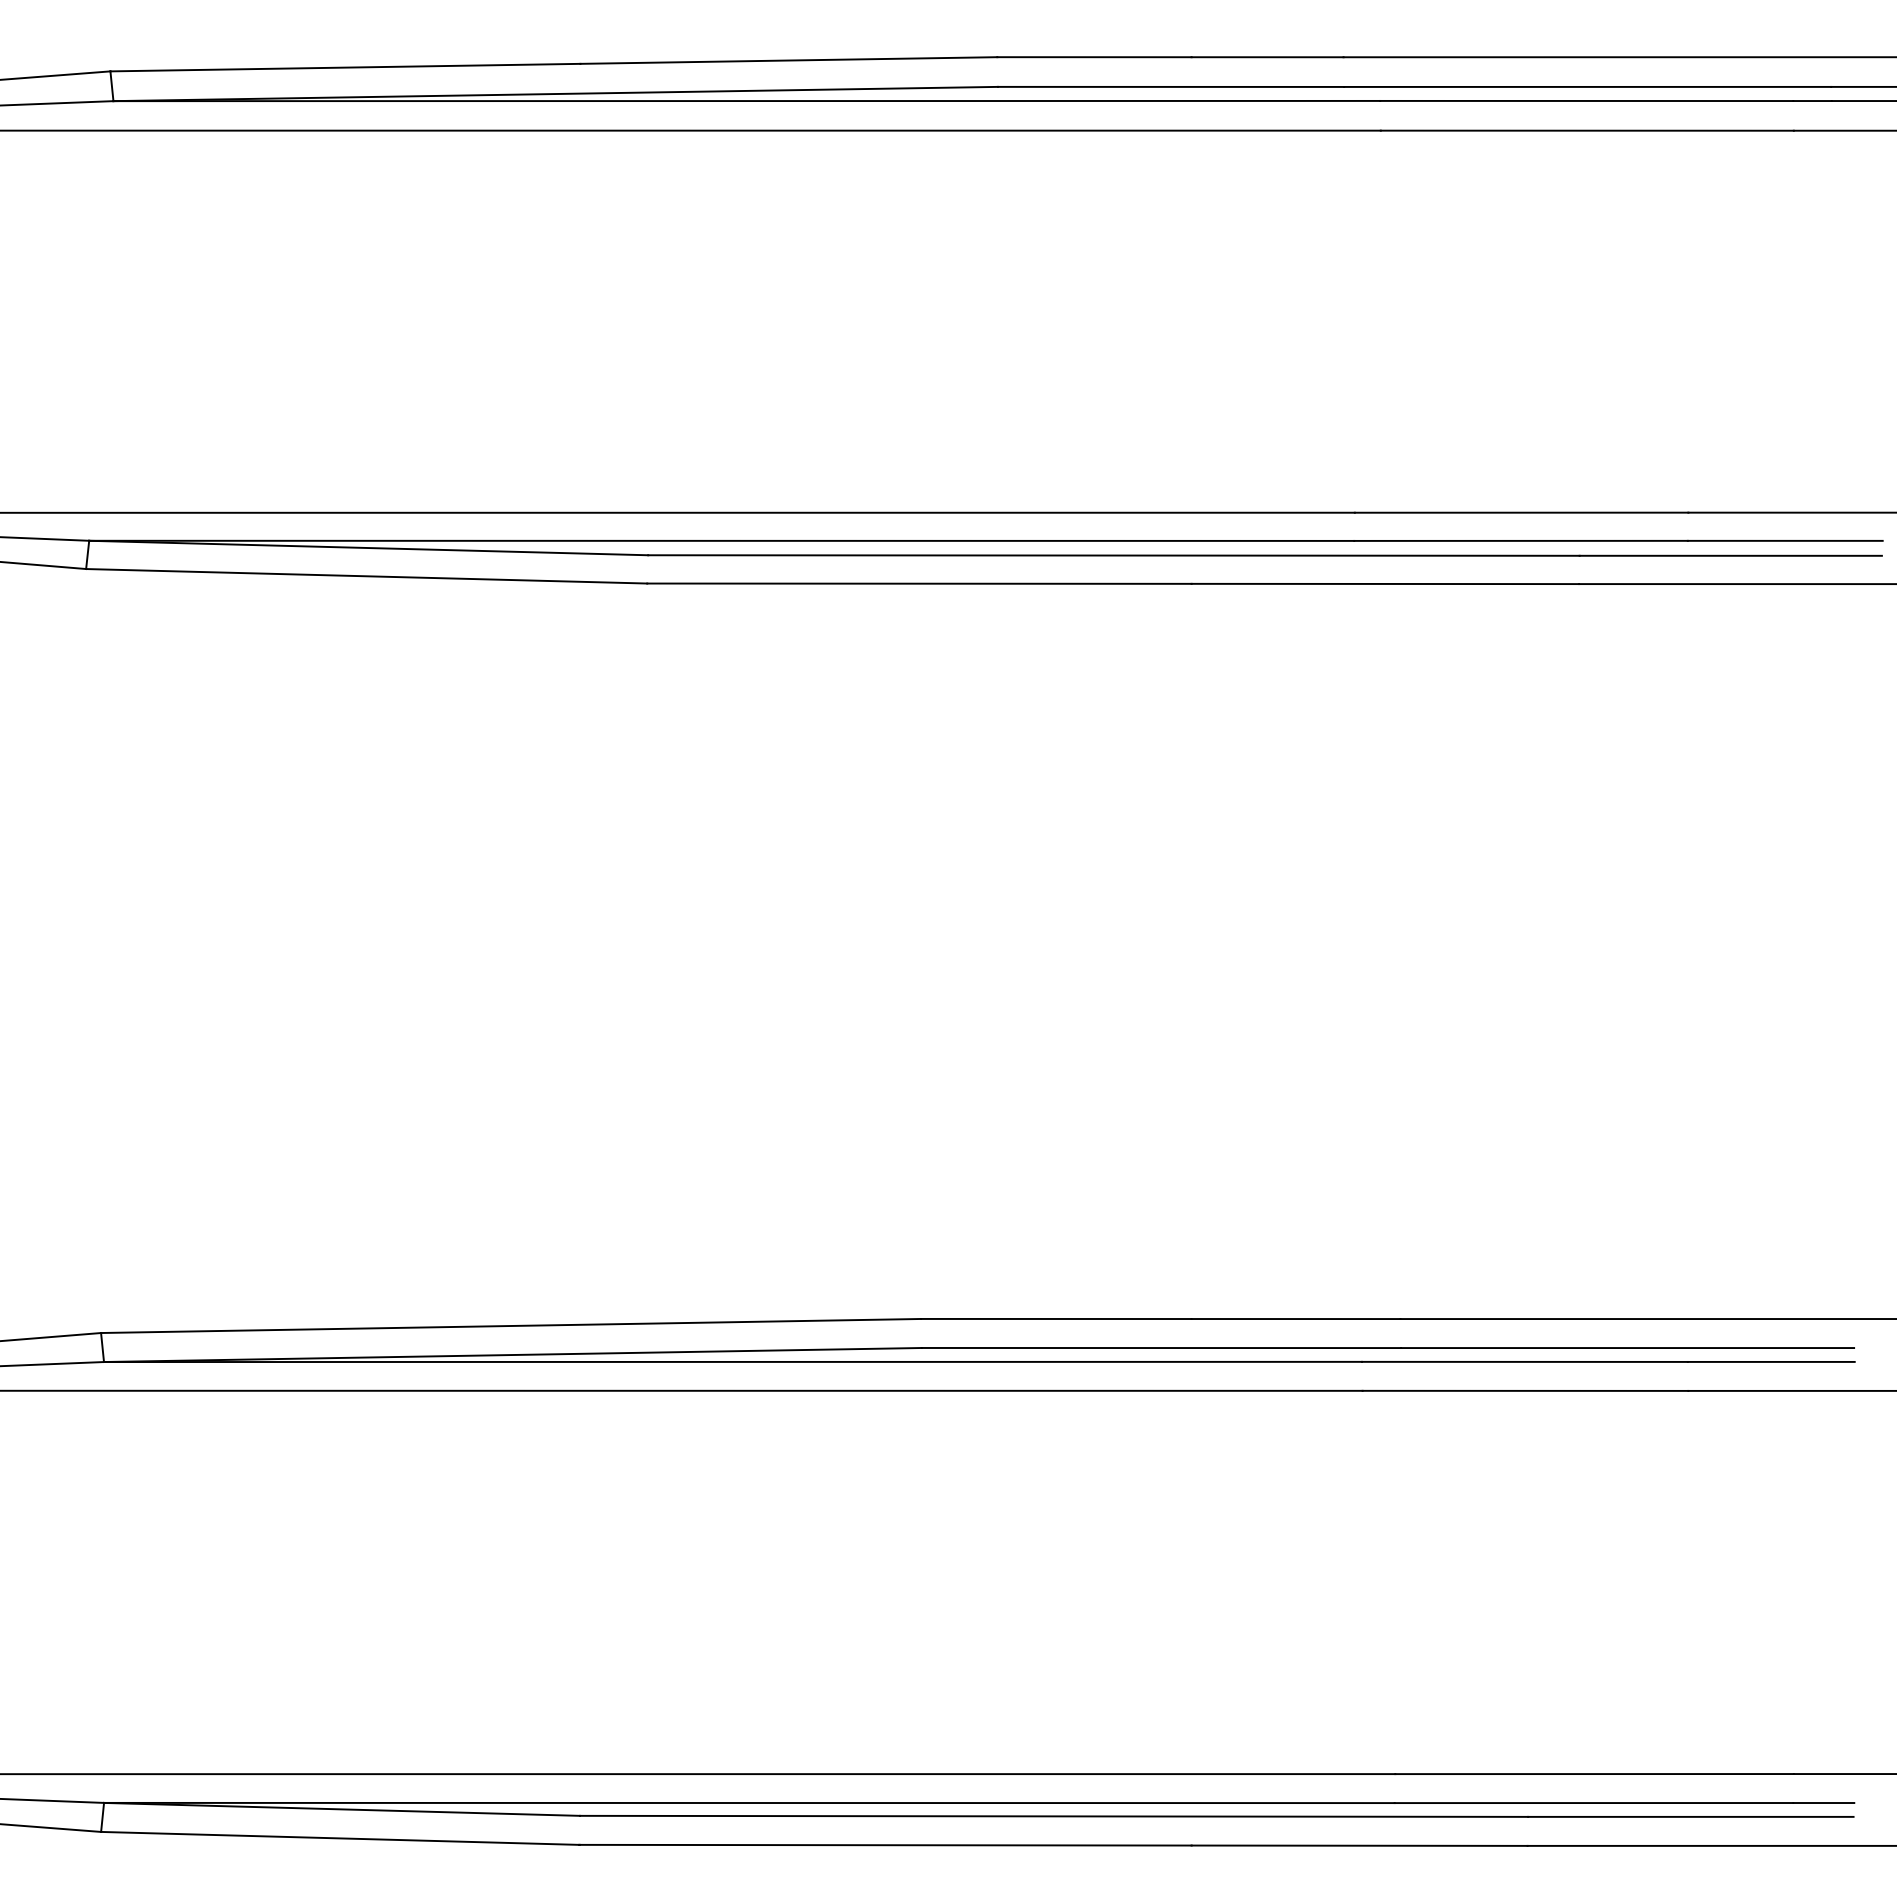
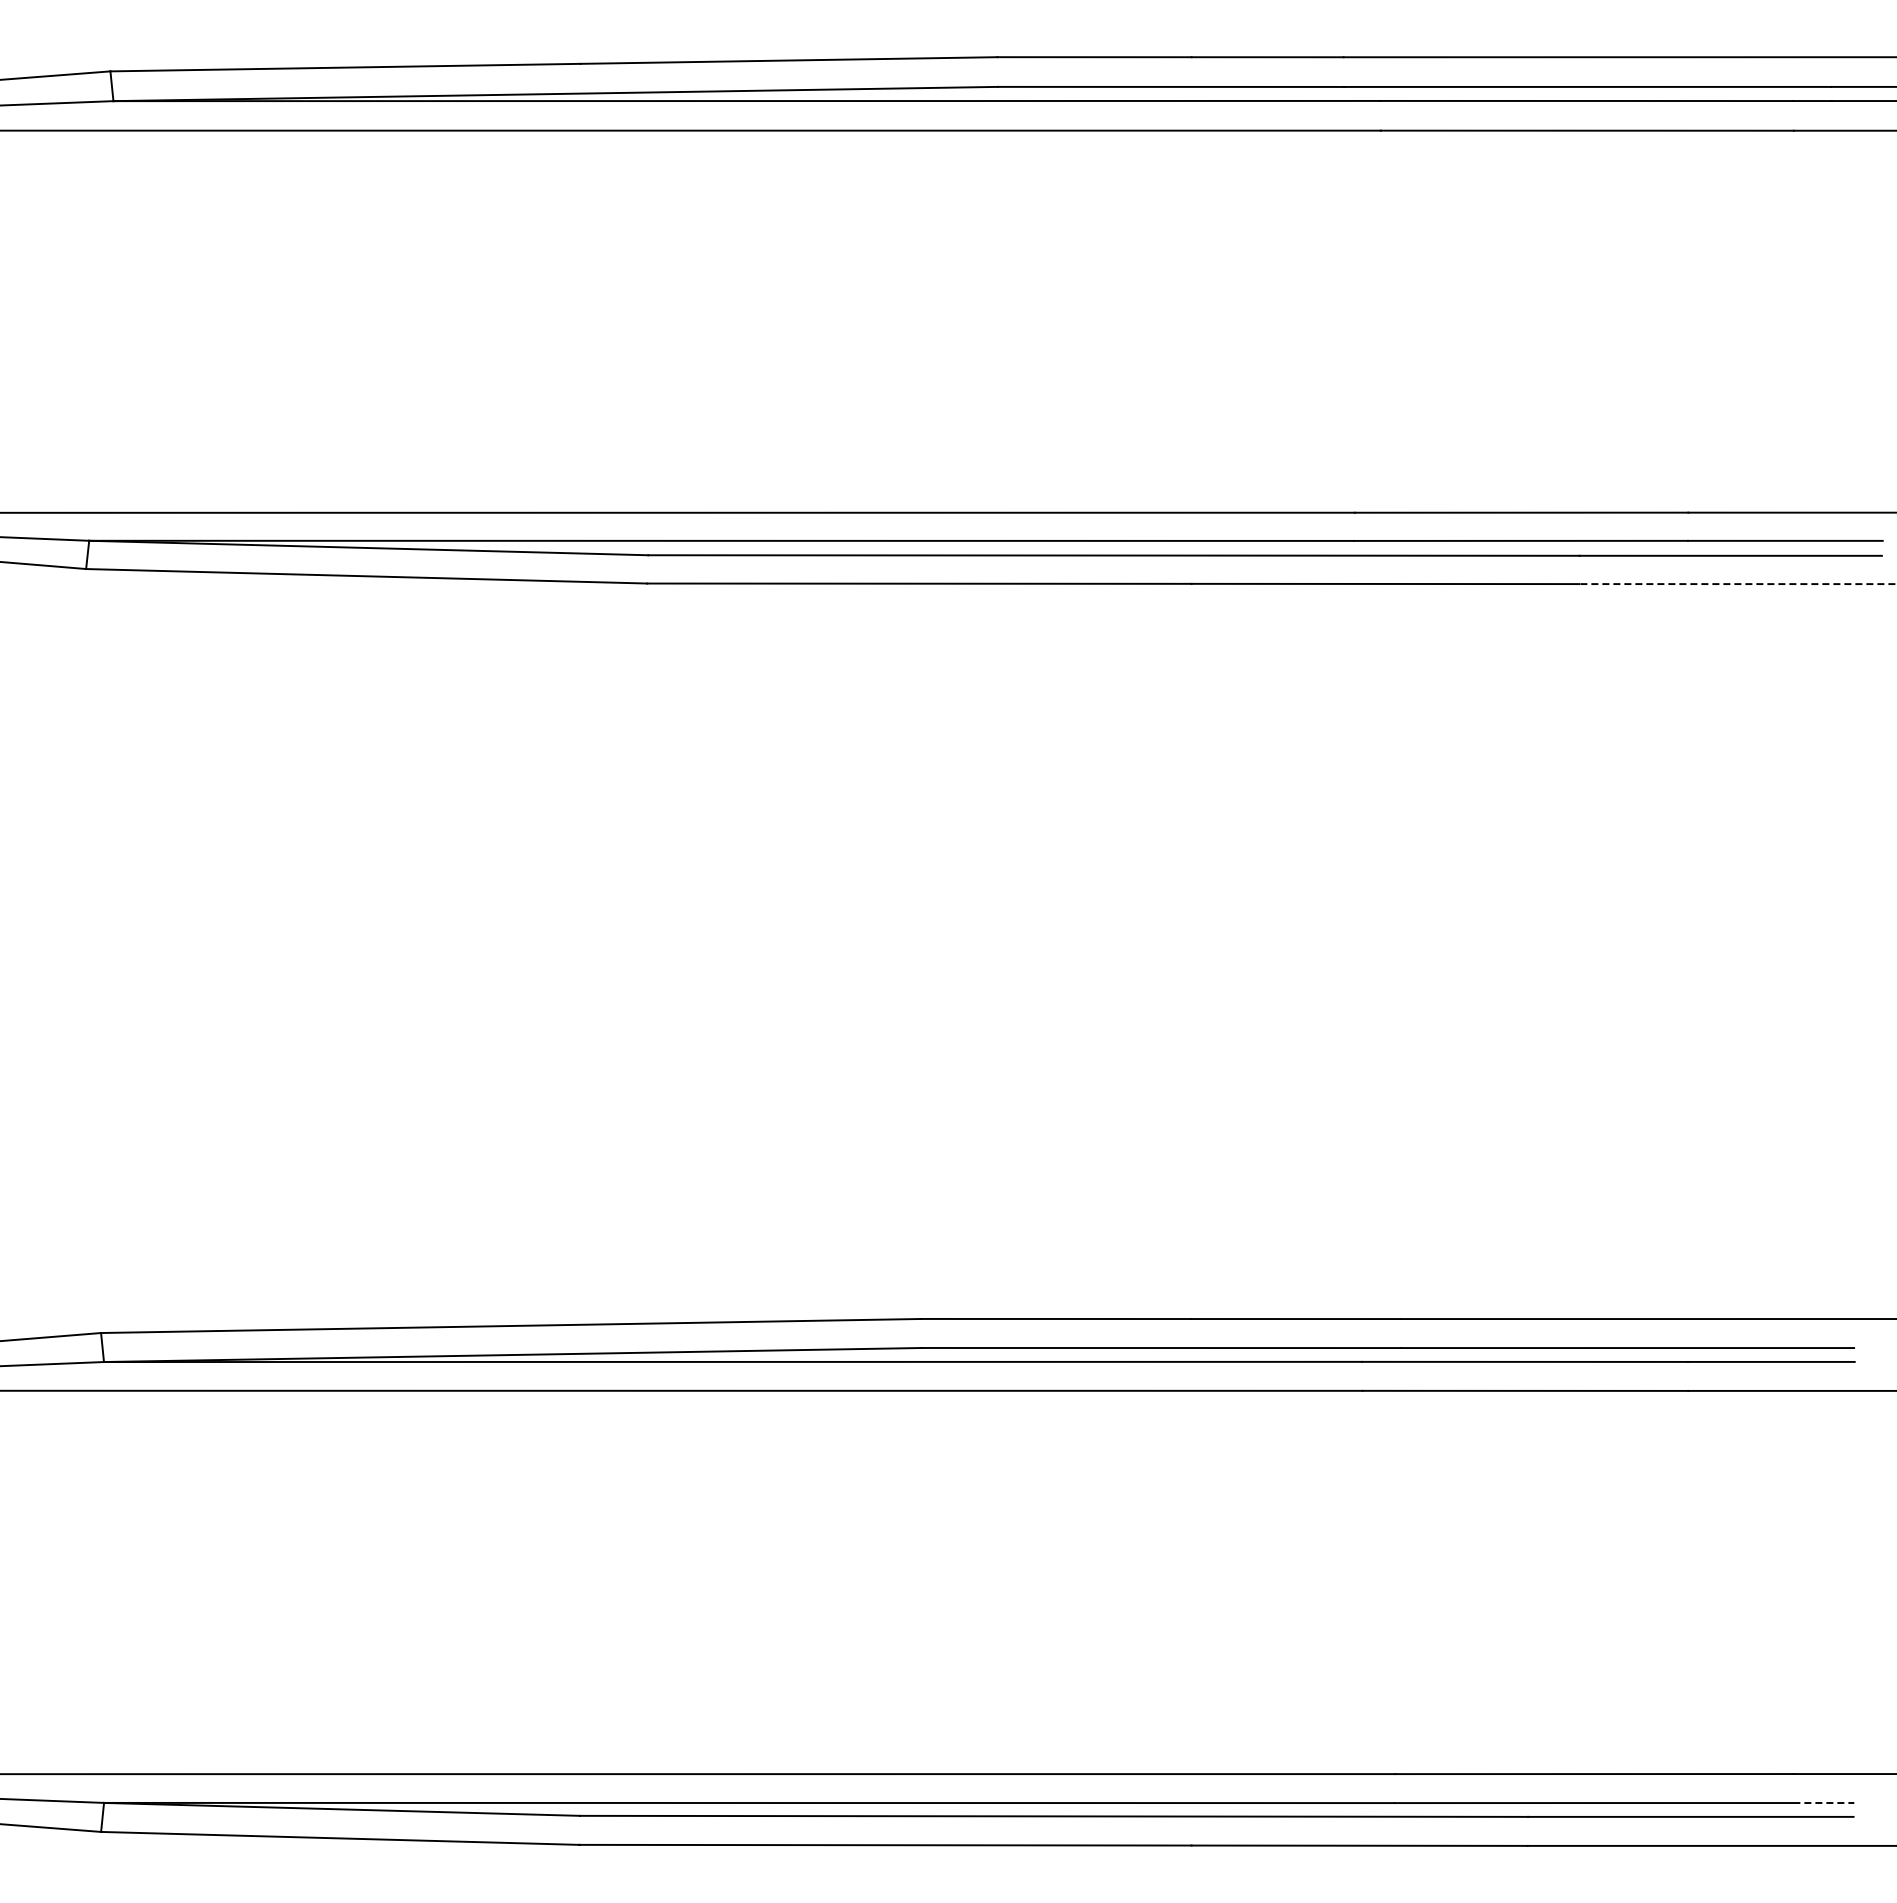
line at (1737, 584): solid -> dashed
line at (1824, 1803): solid -> dashed
